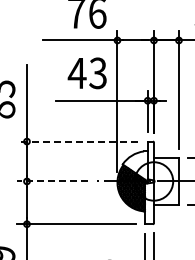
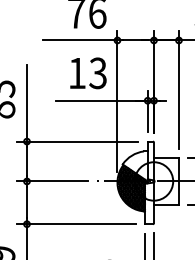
text at (76, 73): 43 -> 13
line at (77, 141): dashed -> solid
line at (51, 181): dashed -> solid
